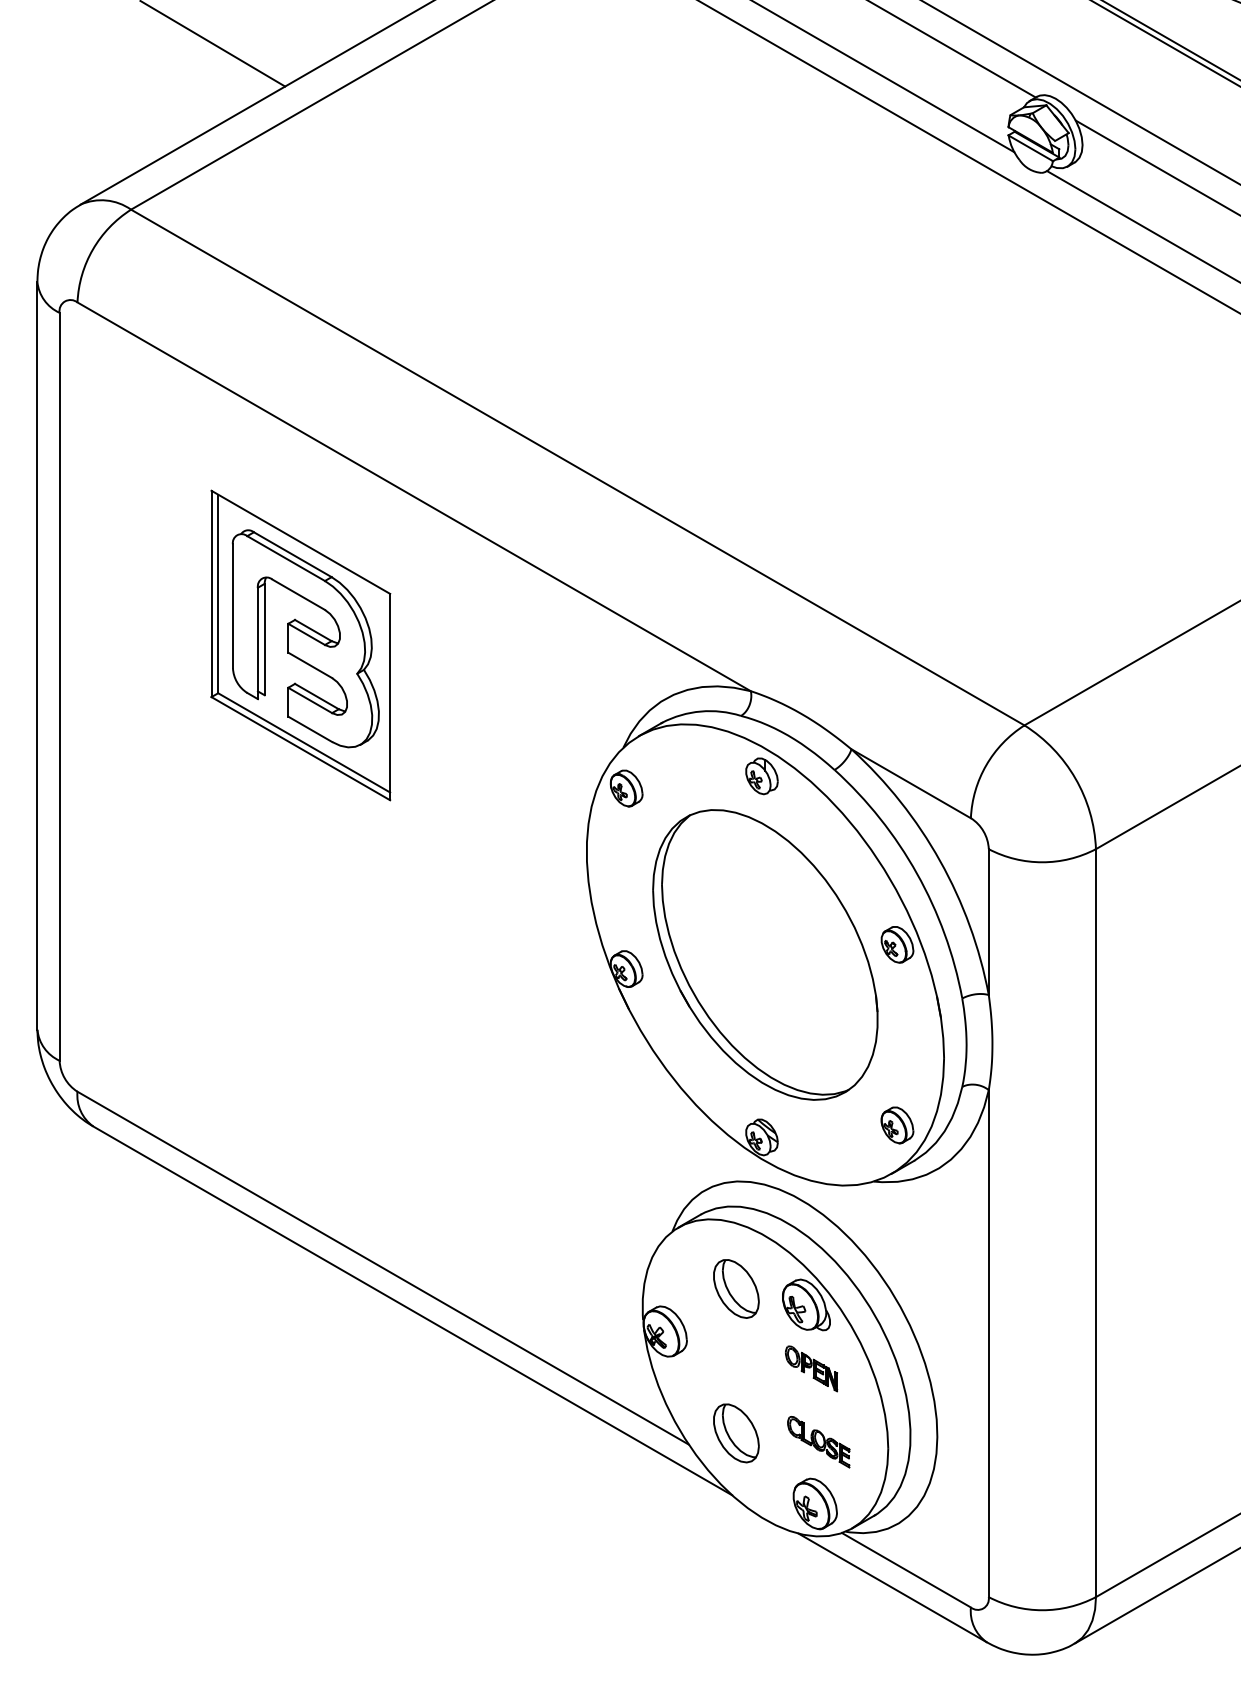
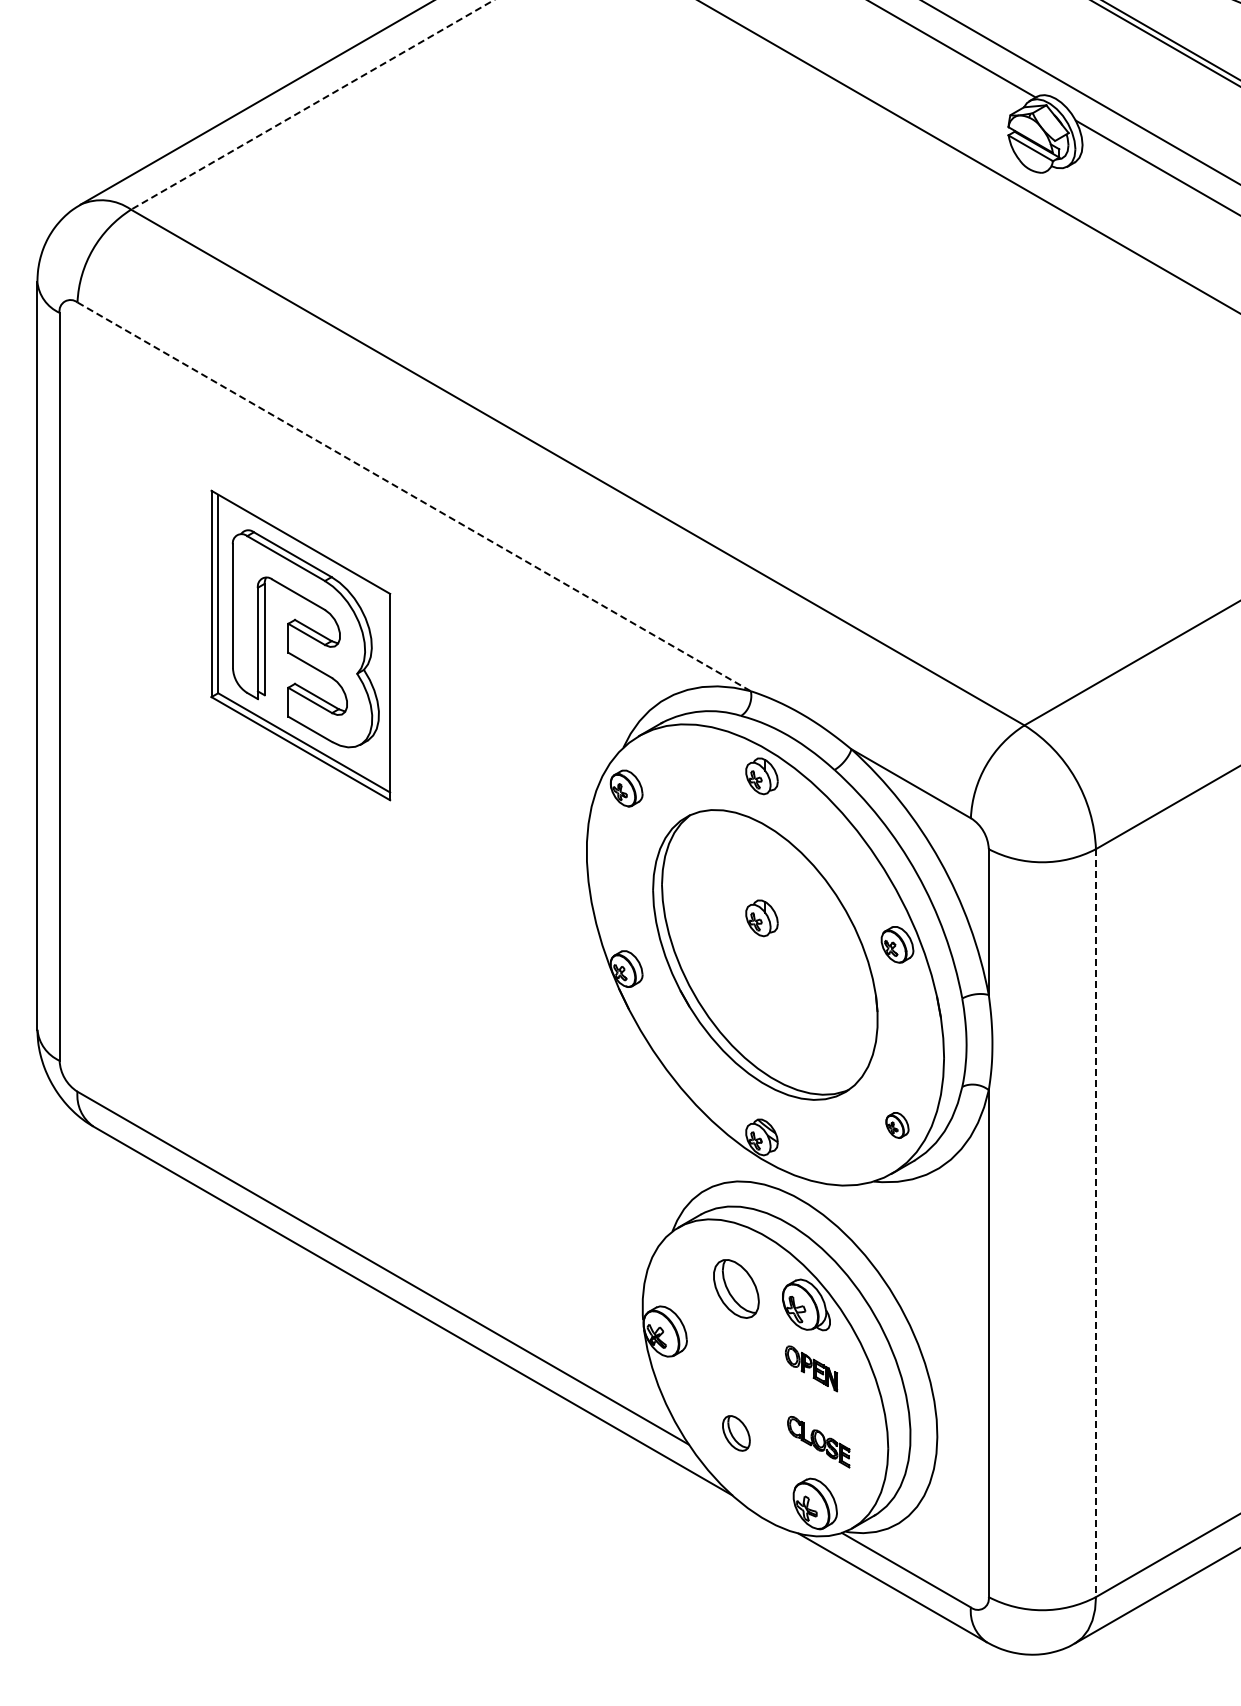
line at (214, 44): present -> none
line at (884, 77): present -> none
line at (311, 105): solid -> dashed
line at (1142, 226): present -> none
line at (414, 496): solid -> dashed
part at (761, 918): none -> present
part at (897, 1125) size: 35x39 px -> 25x27 px
line at (1095, 1223): solid -> dashed
part at (736, 1433) size: 47x61 px -> 29x37 px
